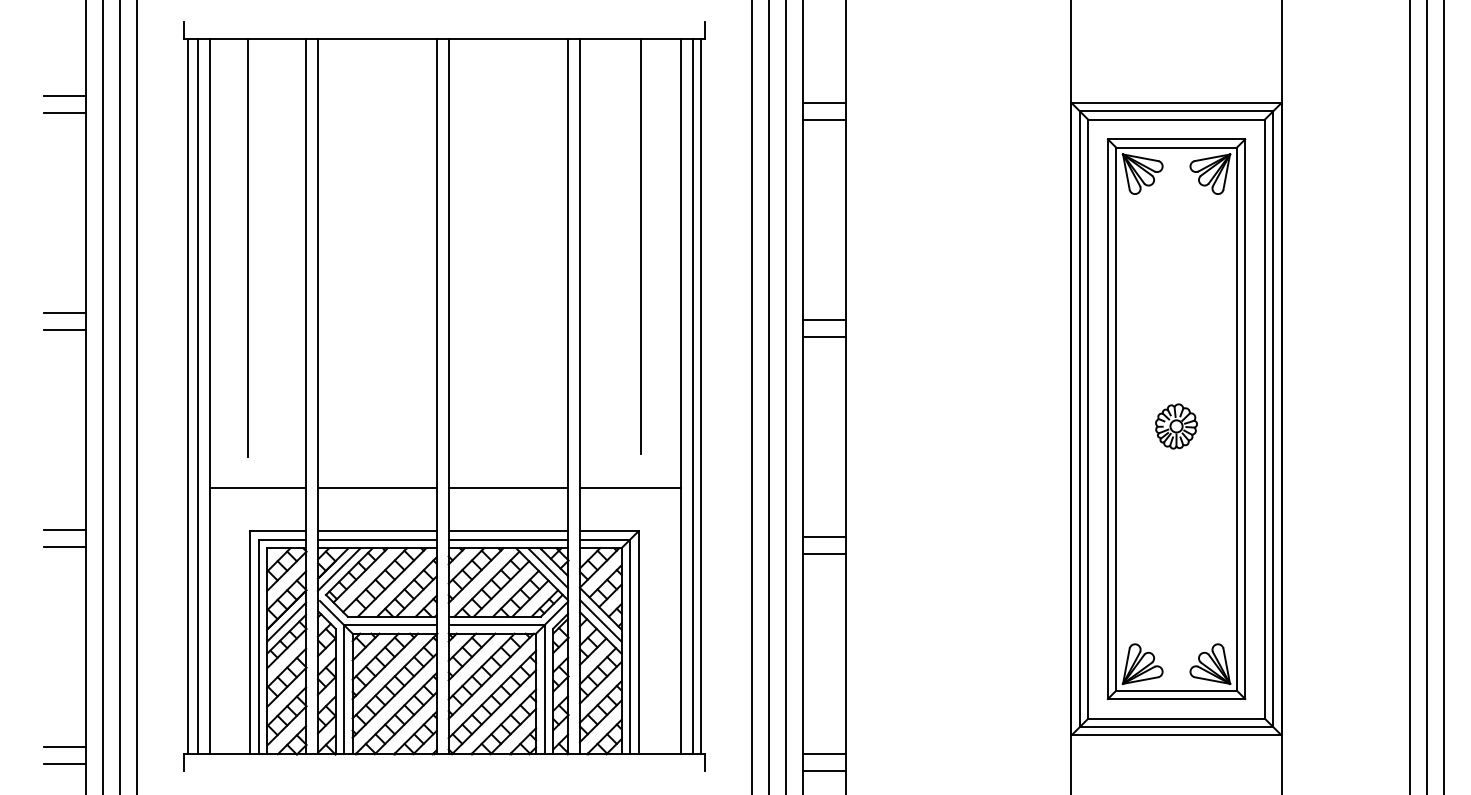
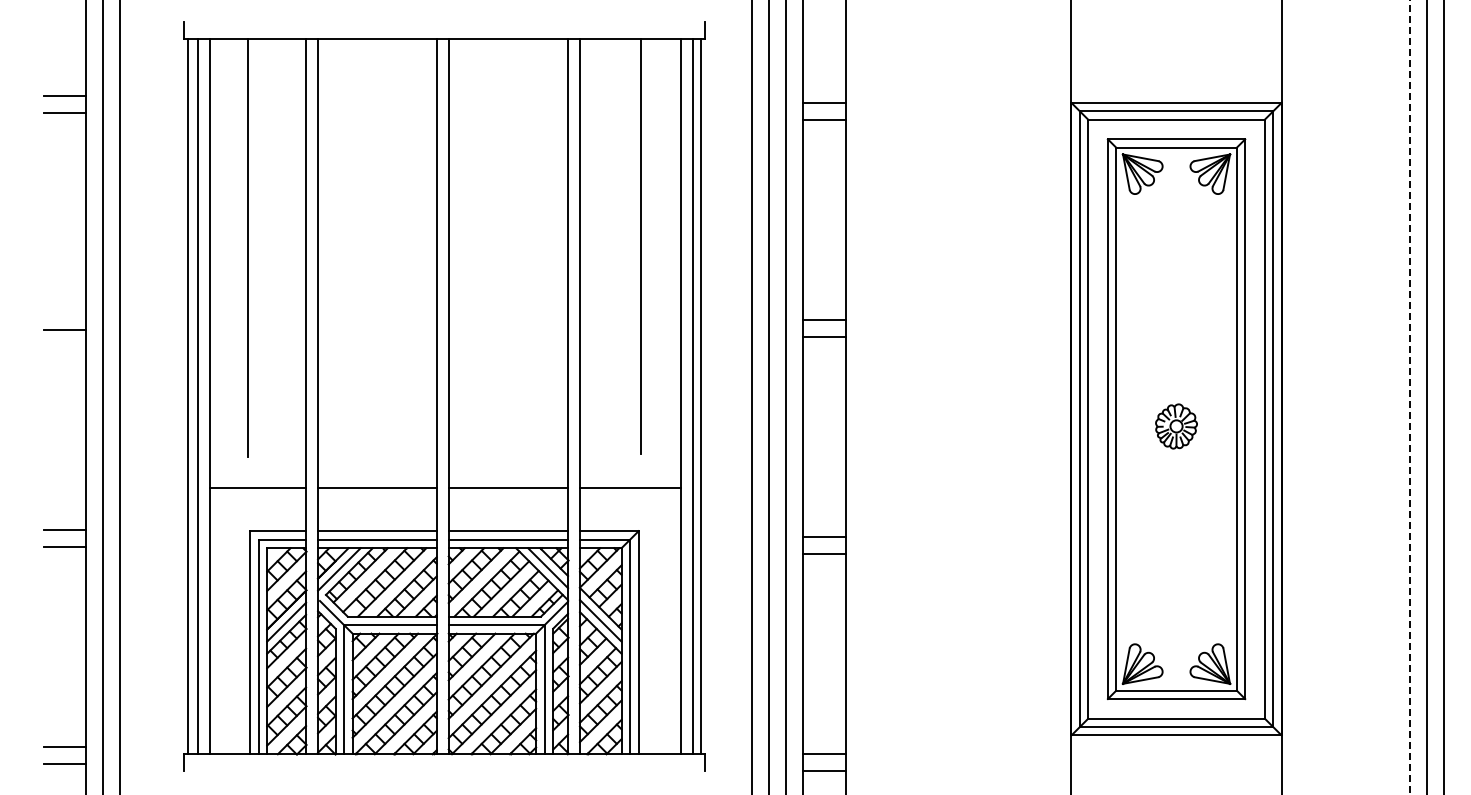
line at (64, 313): present -> none
line at (136, 396): present -> none
line at (1409, 397): solid -> dashed
